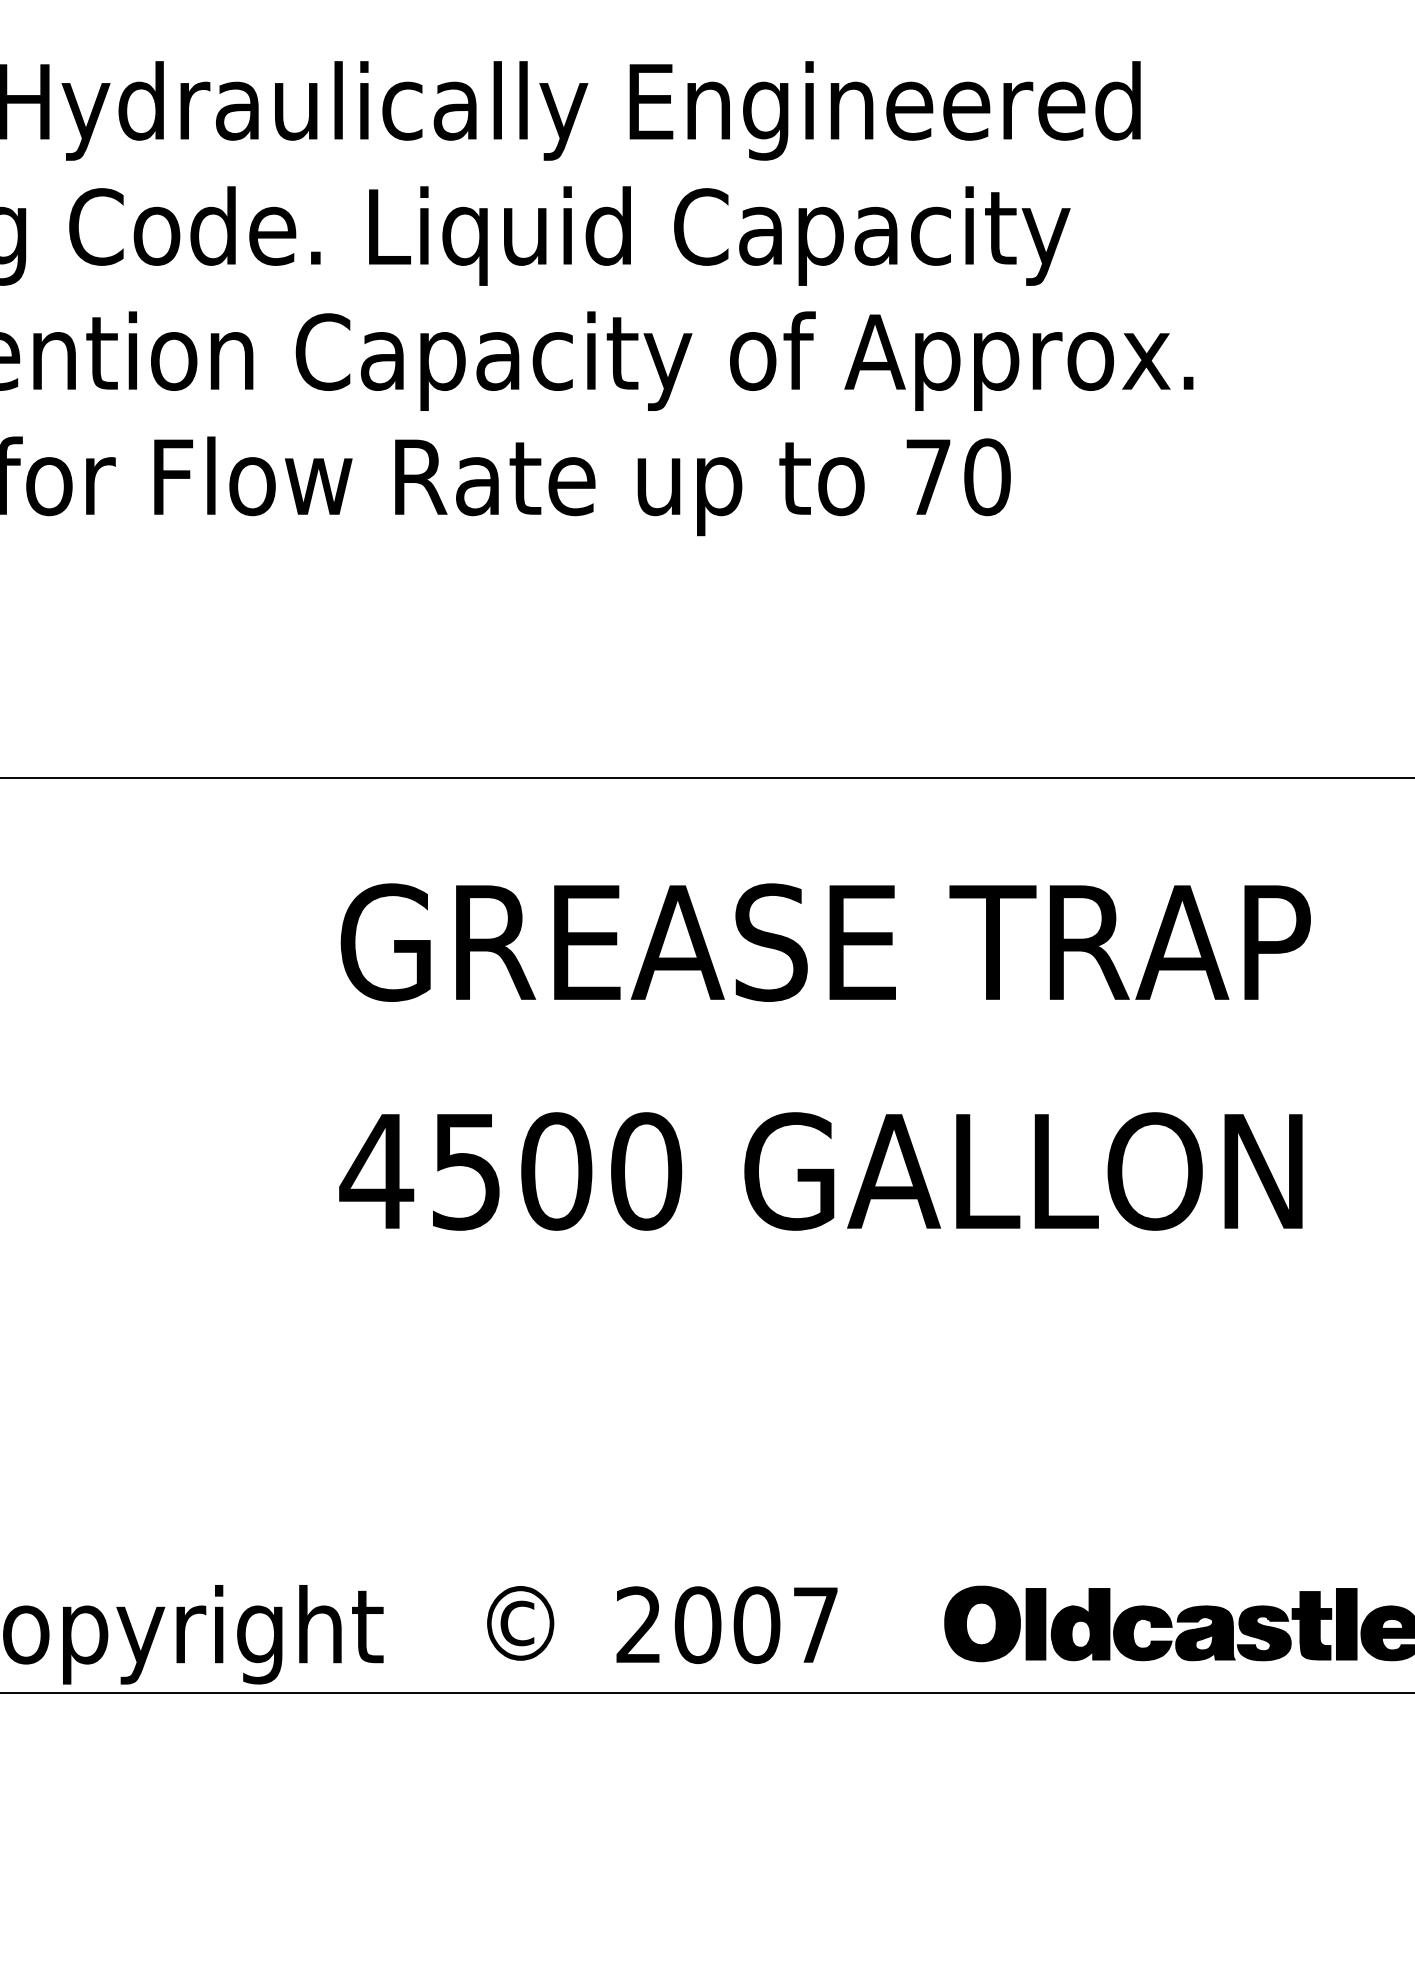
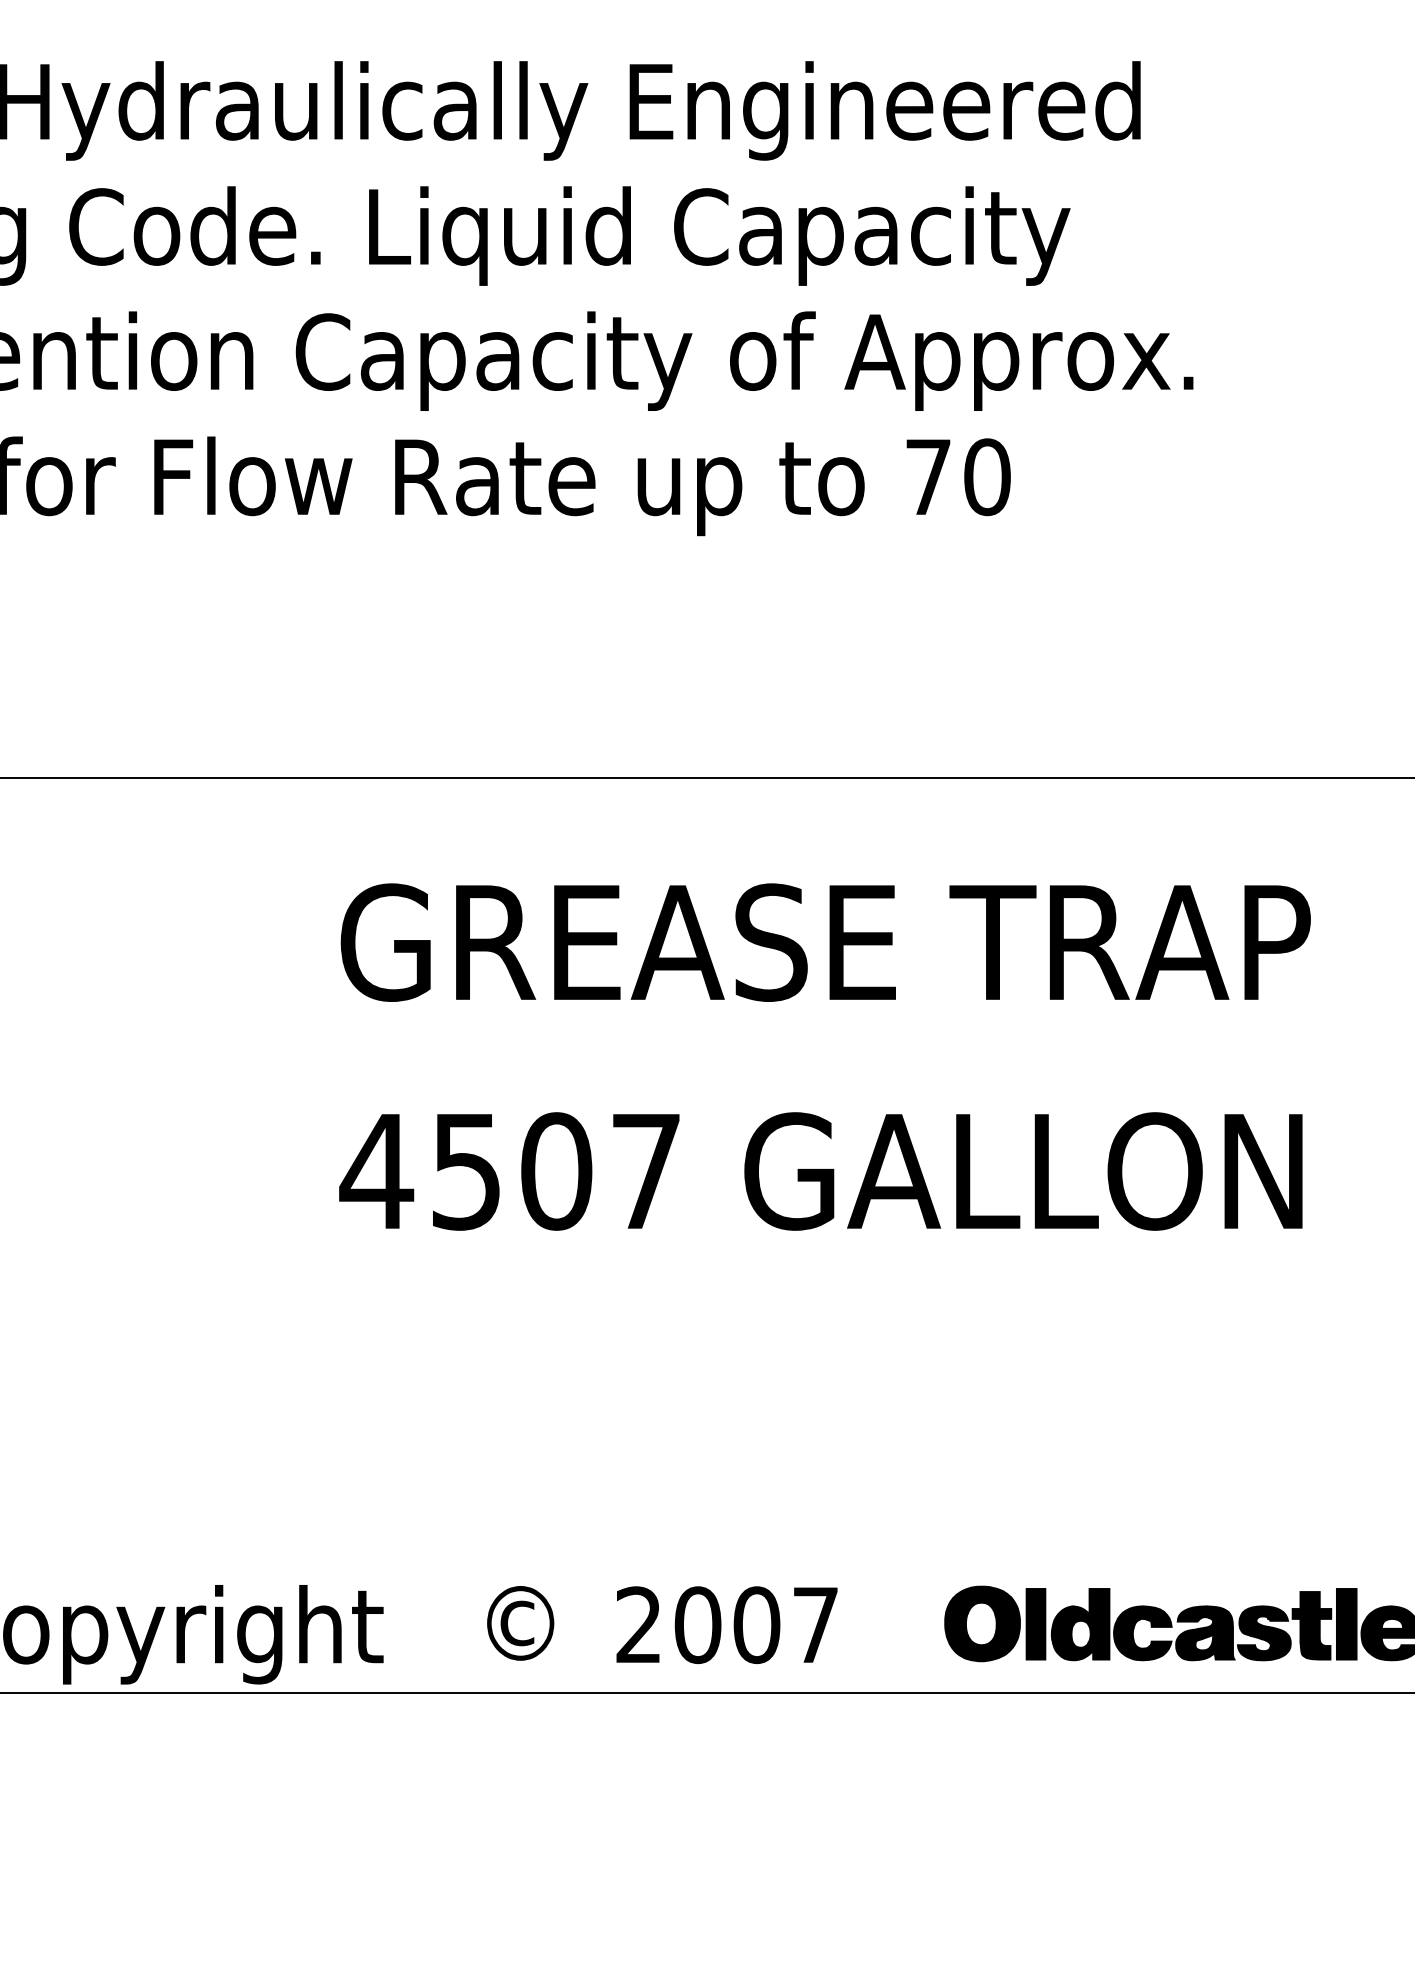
text at (646, 1171): 4500 -> 4507
